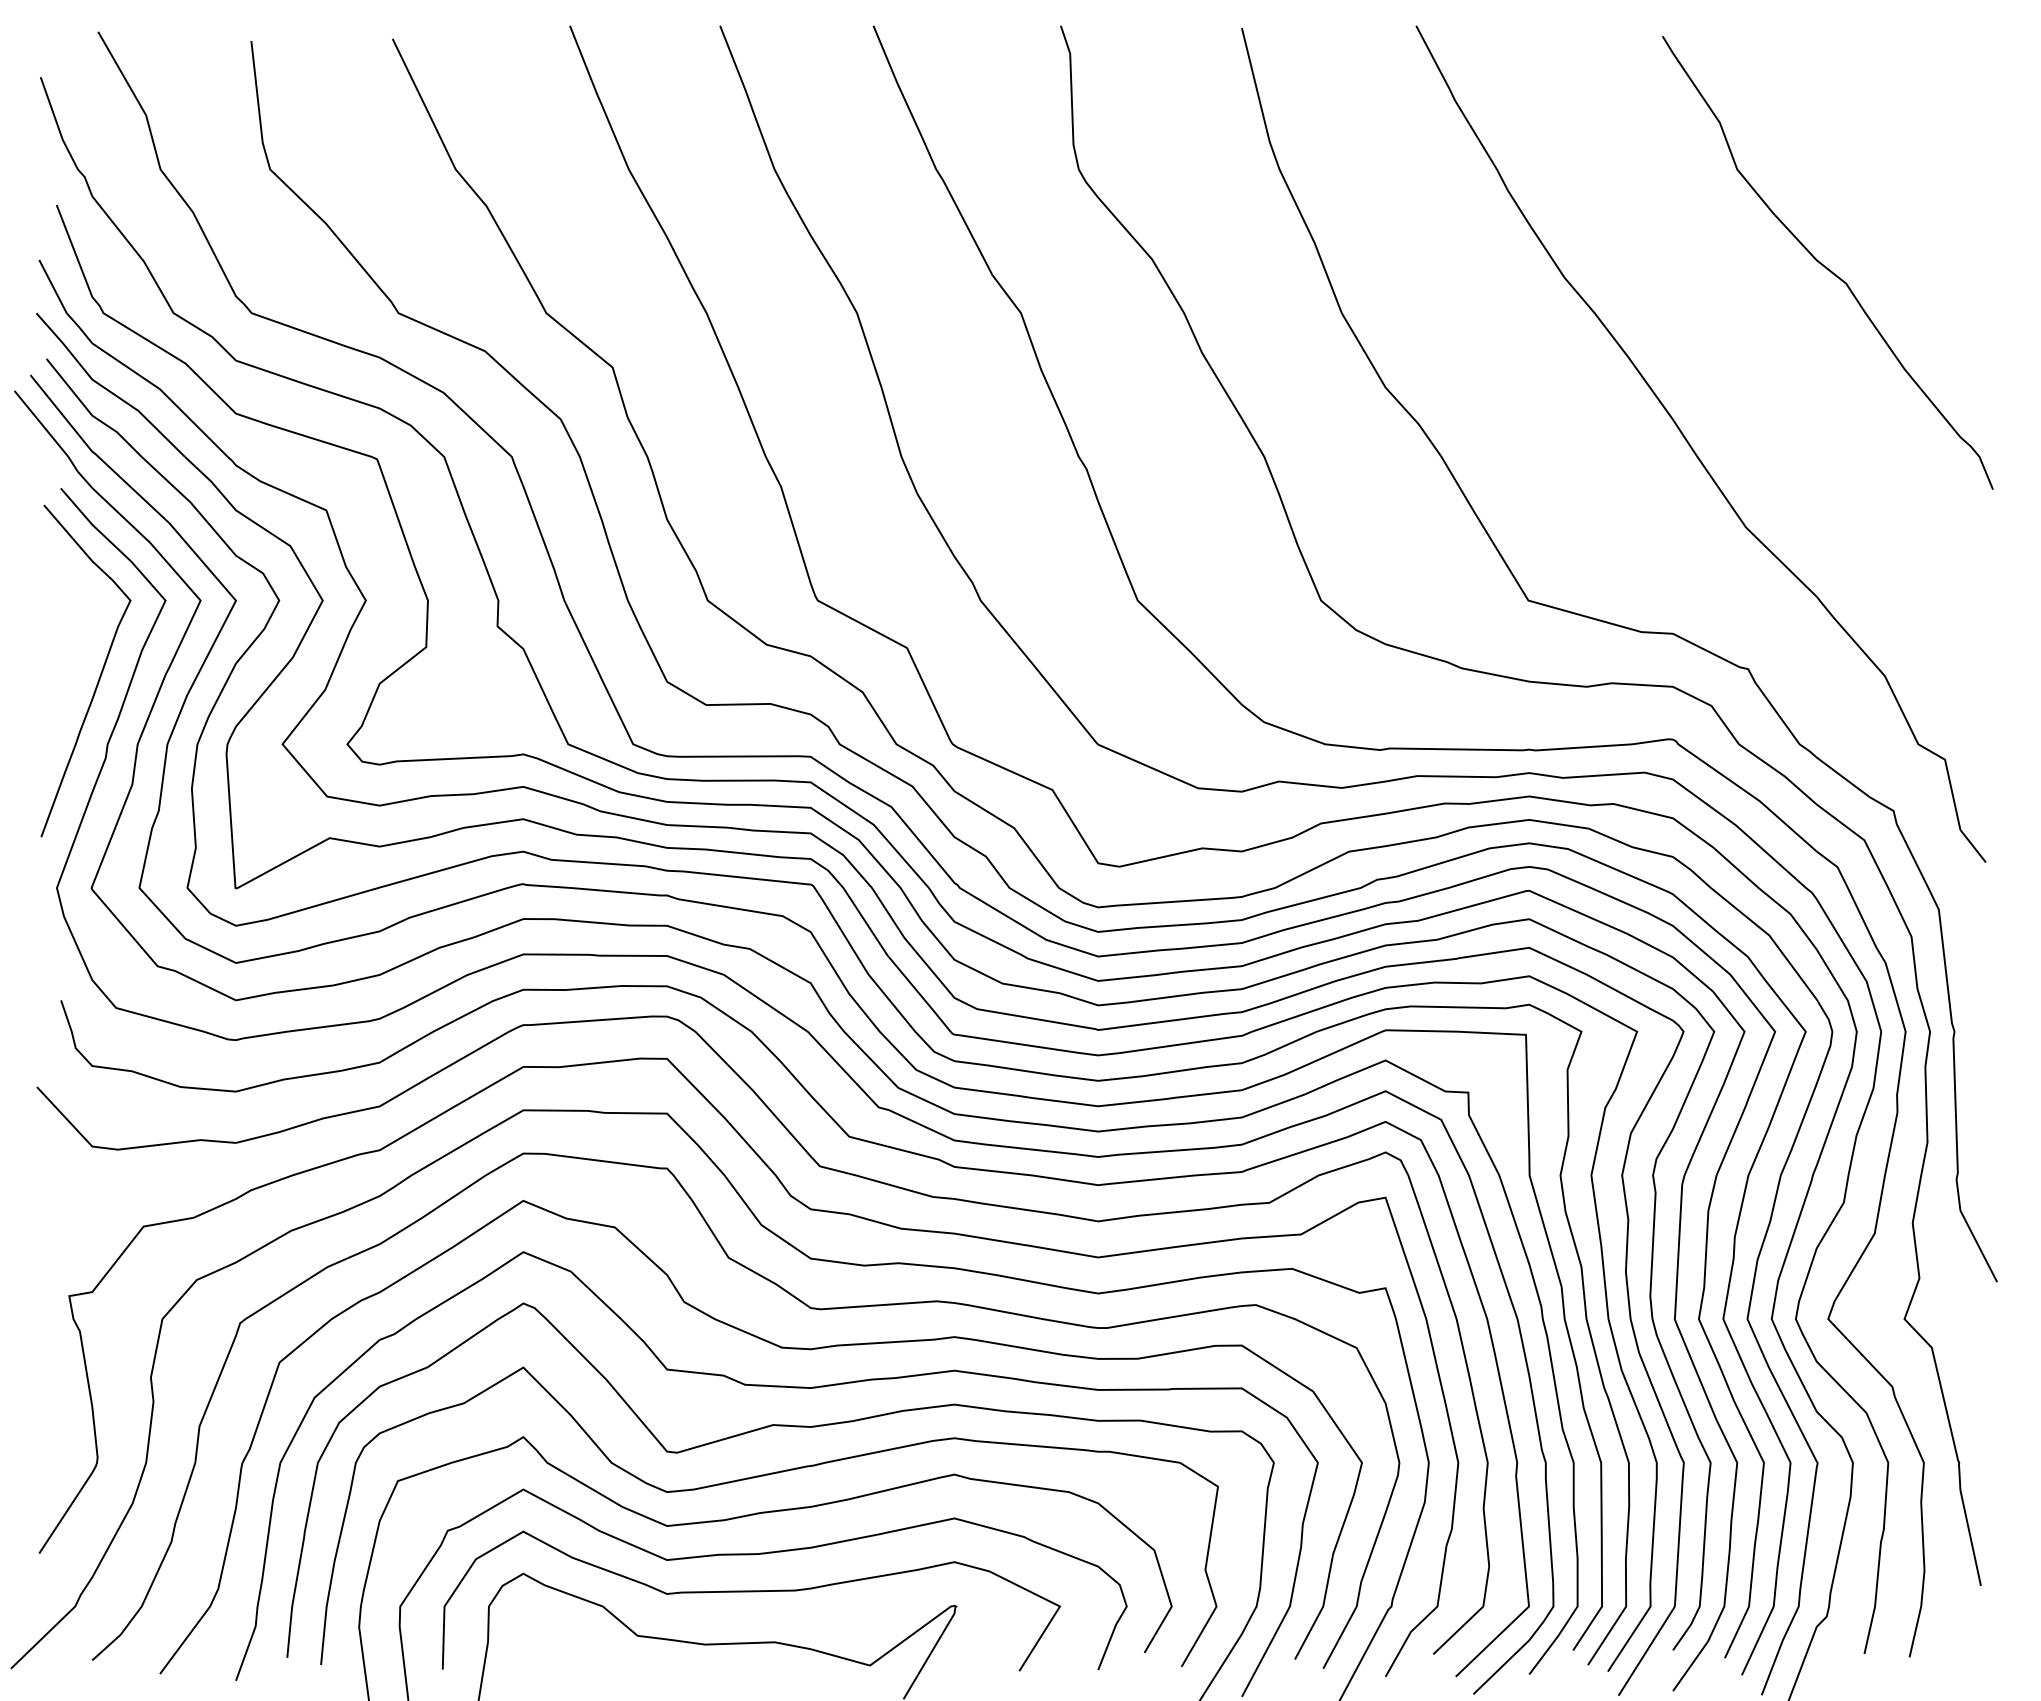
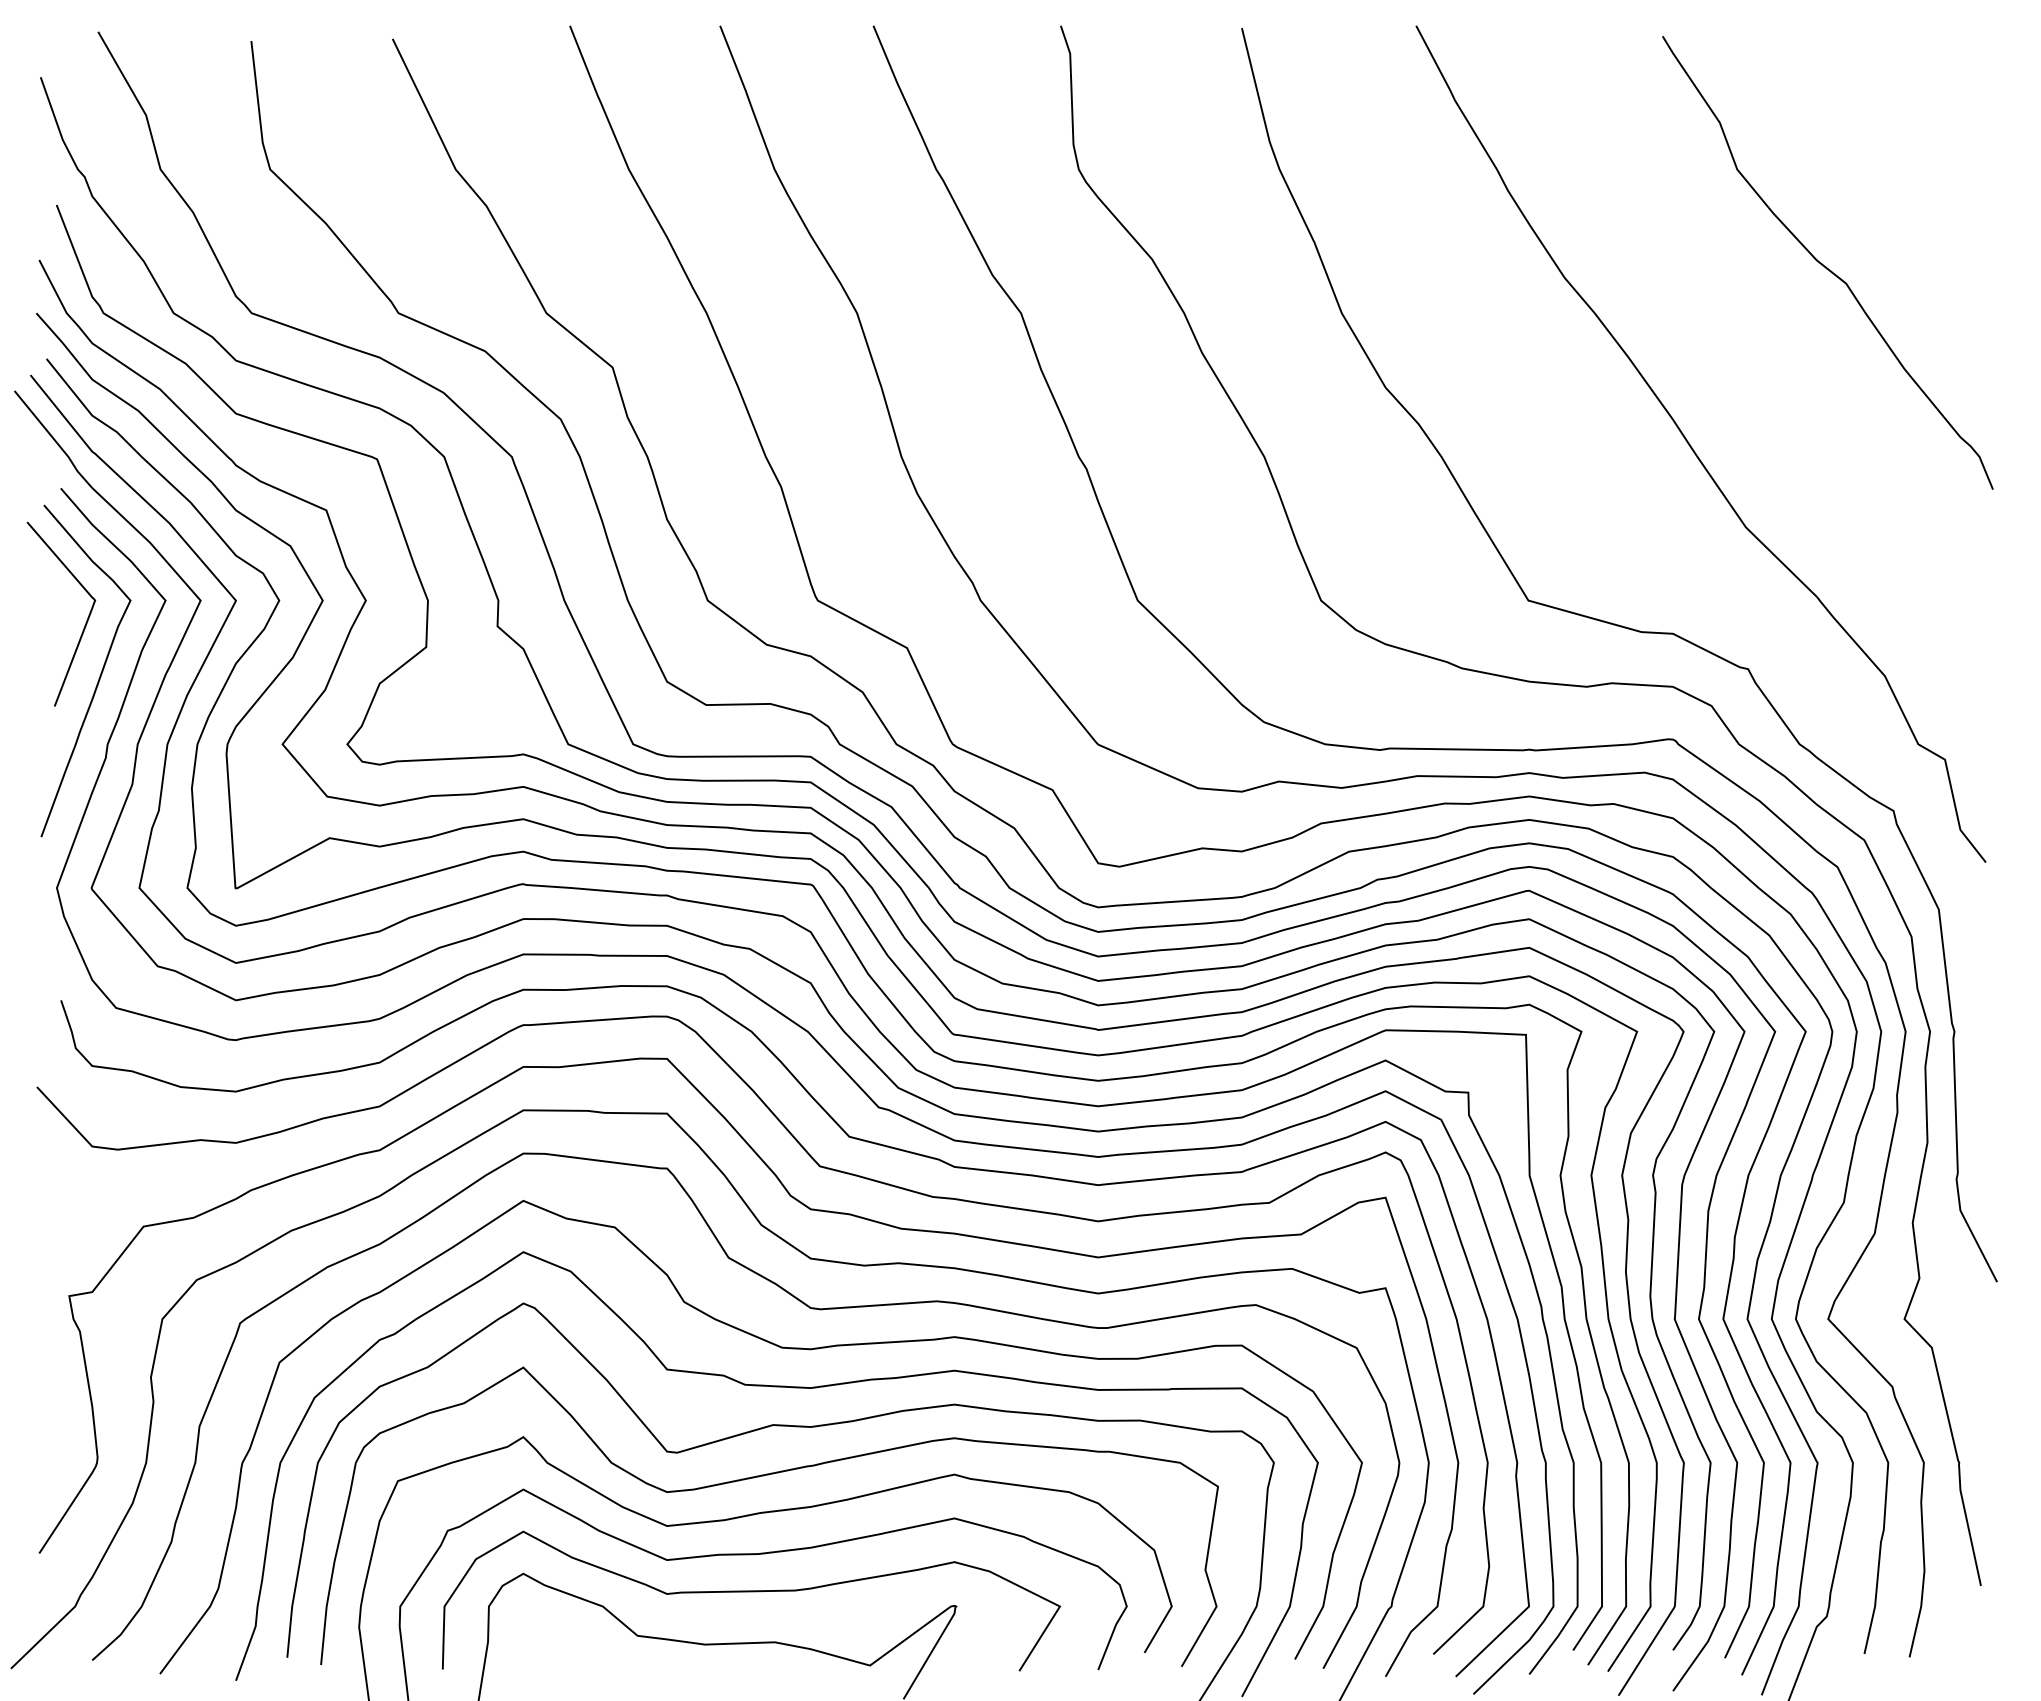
curve at (85, 622): none -> present
